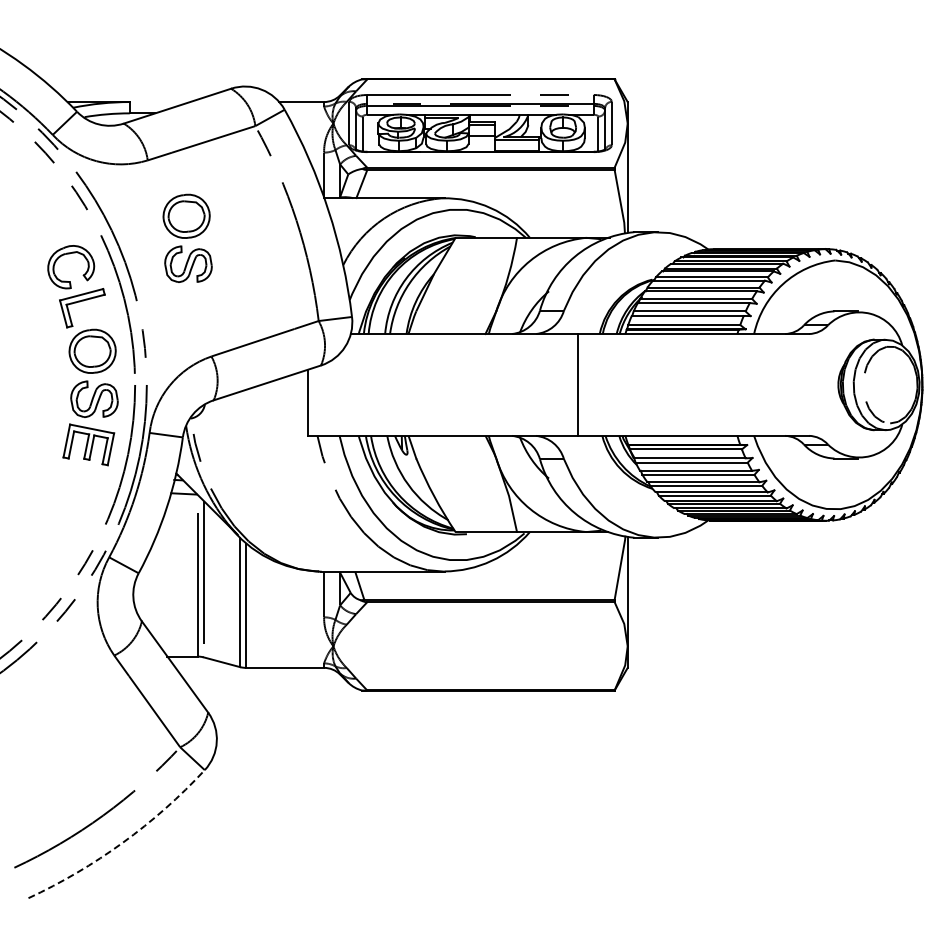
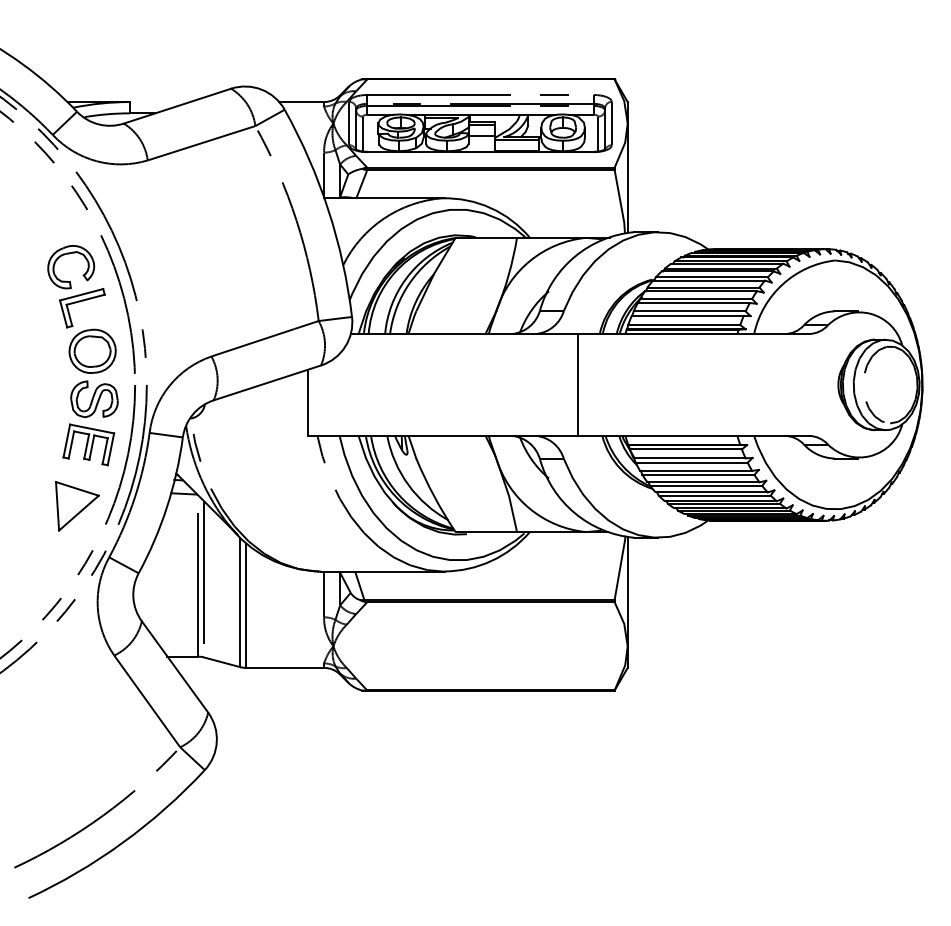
part at (187, 237): present -> none
part at (77, 506): none -> present
arc at (122, 842): dashed -> solid
